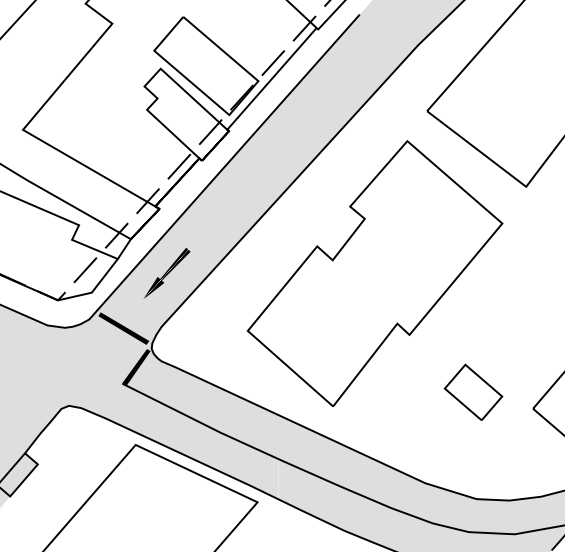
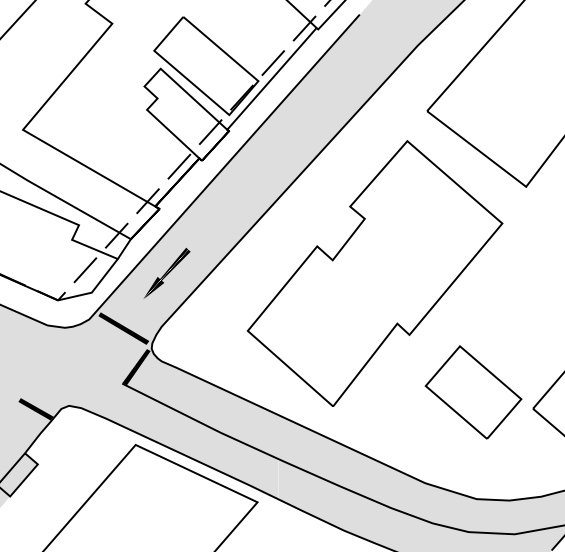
part at (473, 391) size: 61x58 px -> 99x95 px
fill at (35, 409): none -> present
